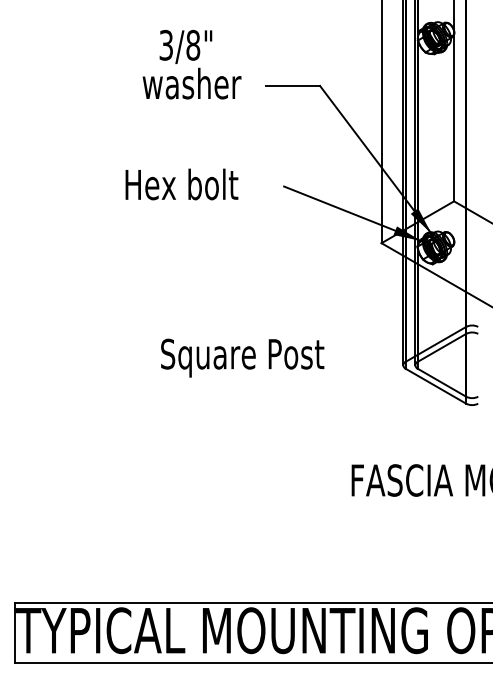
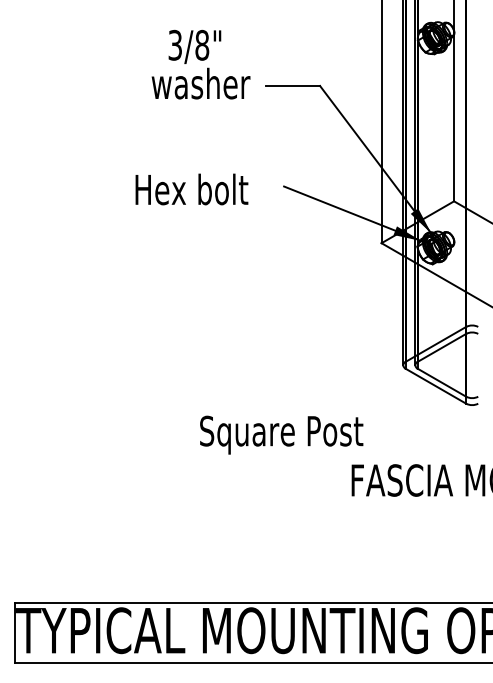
text at (191, 64) position: (191, 64) -> (200, 64)
text at (181, 184) position: (181, 184) -> (191, 189)
text at (242, 357) position: (242, 357) -> (281, 434)
